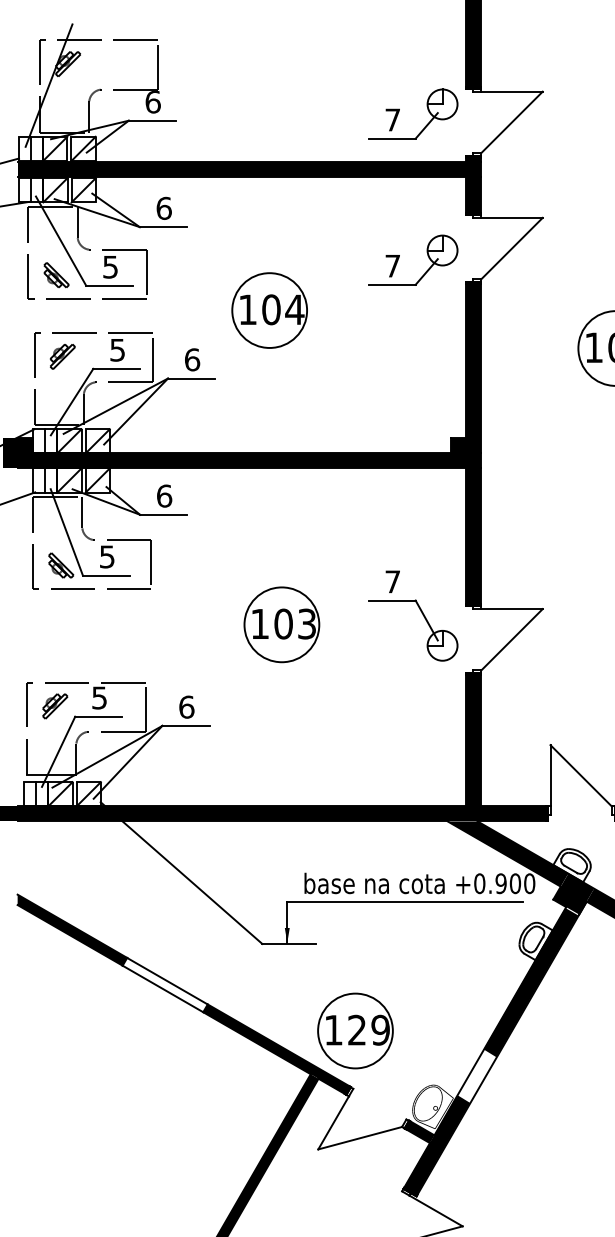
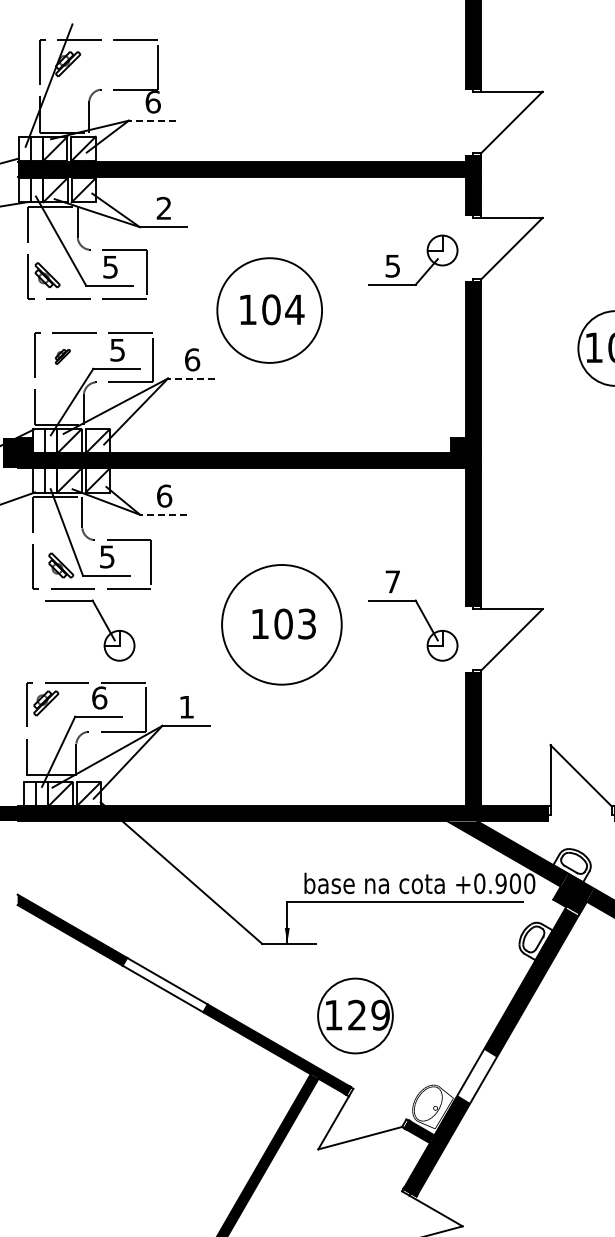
part at (399, 112): present -> none
line at (152, 120): solid -> dashed
text at (163, 207): 6 -> 2
text at (392, 266): 7 -> 5
part at (56, 275) position: (56, 275) -> (47, 275)
circle at (269, 310) diameter: 75 px -> 105 px
part at (62, 356) size: 26x26 px -> 16x16 px
line at (191, 378): solid -> dashed
line at (163, 514): solid -> dashed
part at (104, 624): none -> present
circle at (281, 624) diameter: 75 px -> 120 px
text at (99, 697): 5 -> 6
part at (55, 706) position: (55, 706) -> (46, 703)
text at (186, 706): 6 -> 1
part at (355, 1030) position: (355, 1030) -> (355, 1015)
